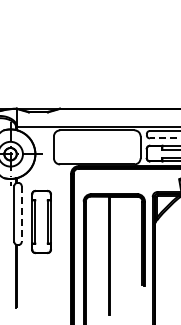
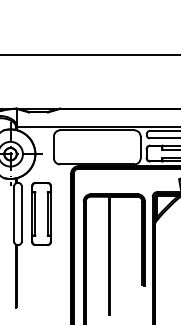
line at (89, 55): none -> present
line at (164, 138): dashed -> solid
line at (21, 213): dashed -> solid
part at (41, 221) position: (41, 221) -> (41, 213)
